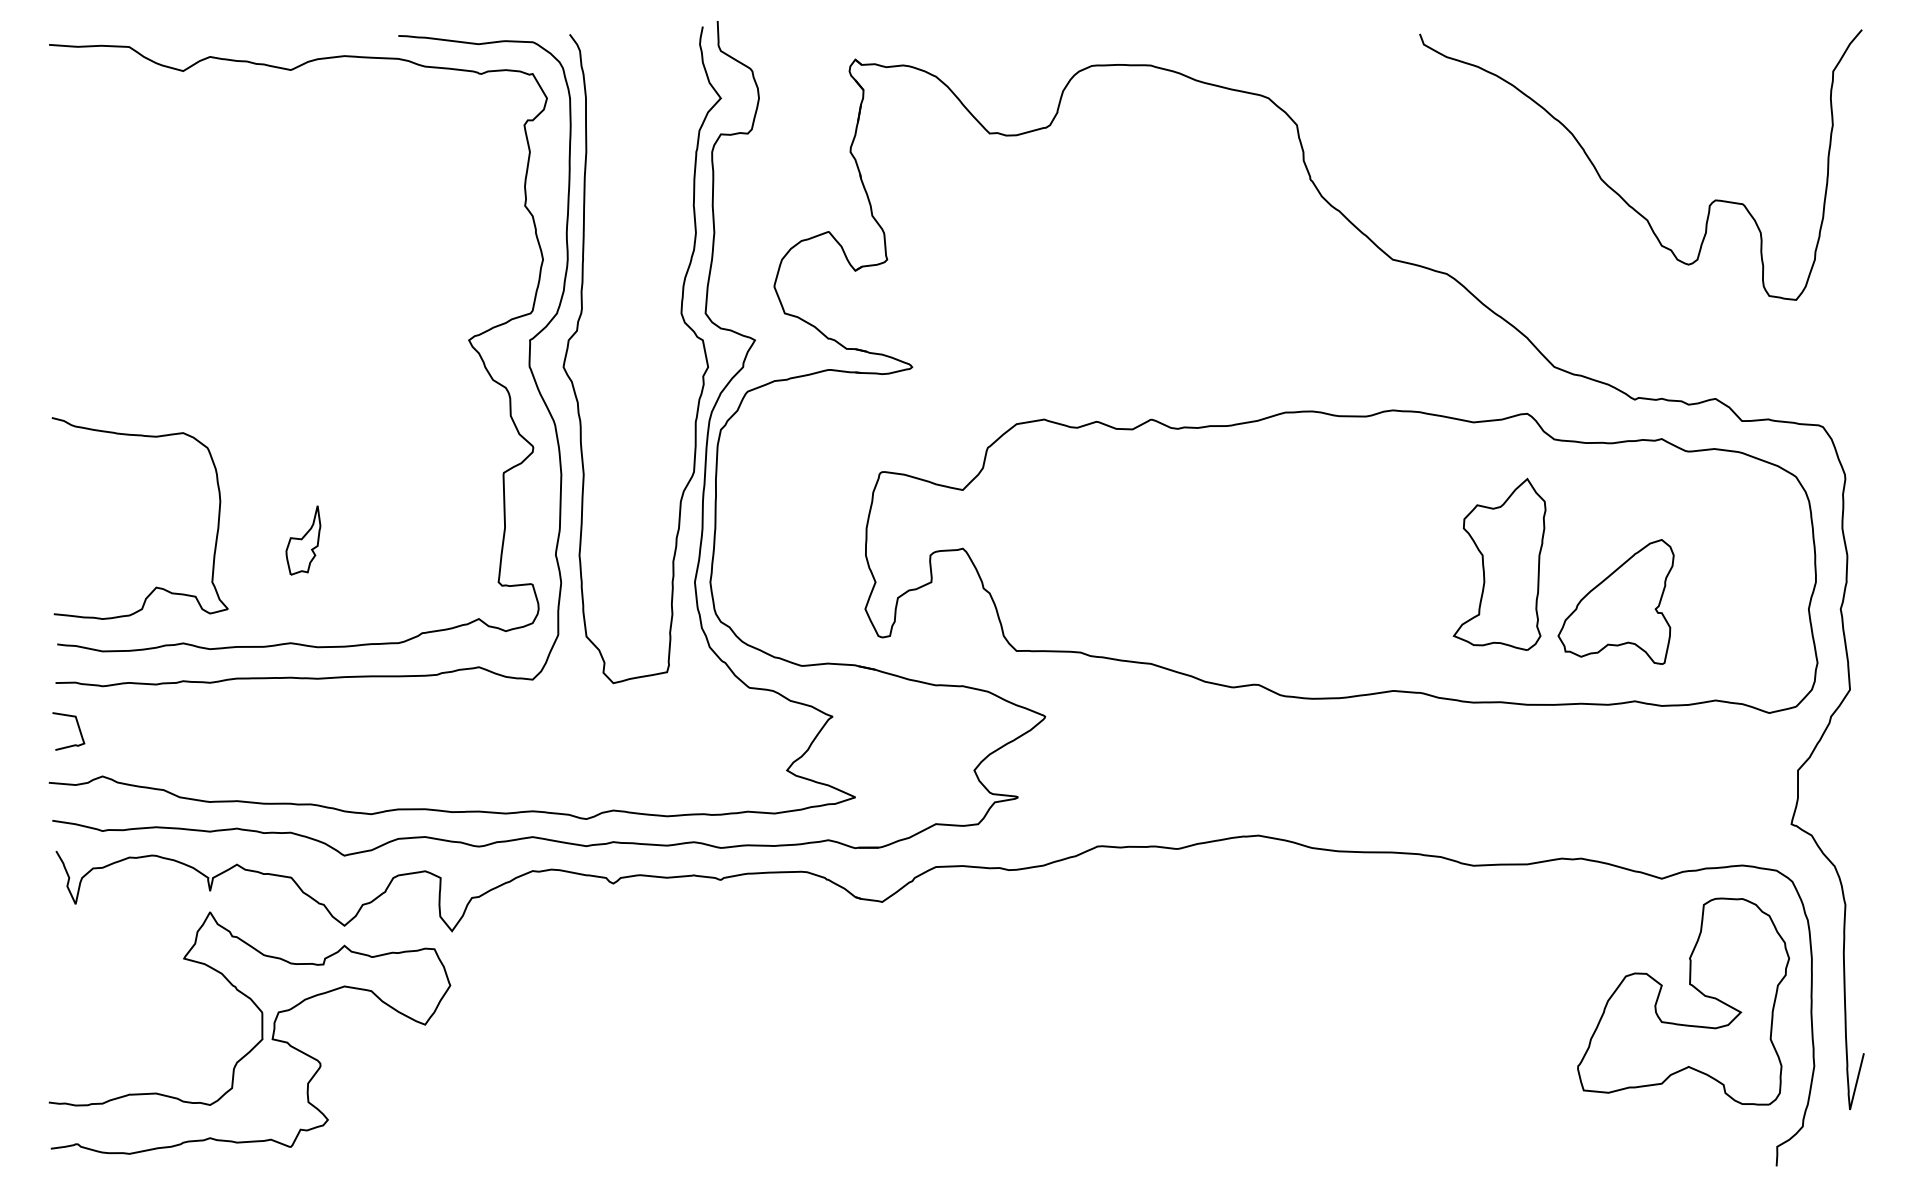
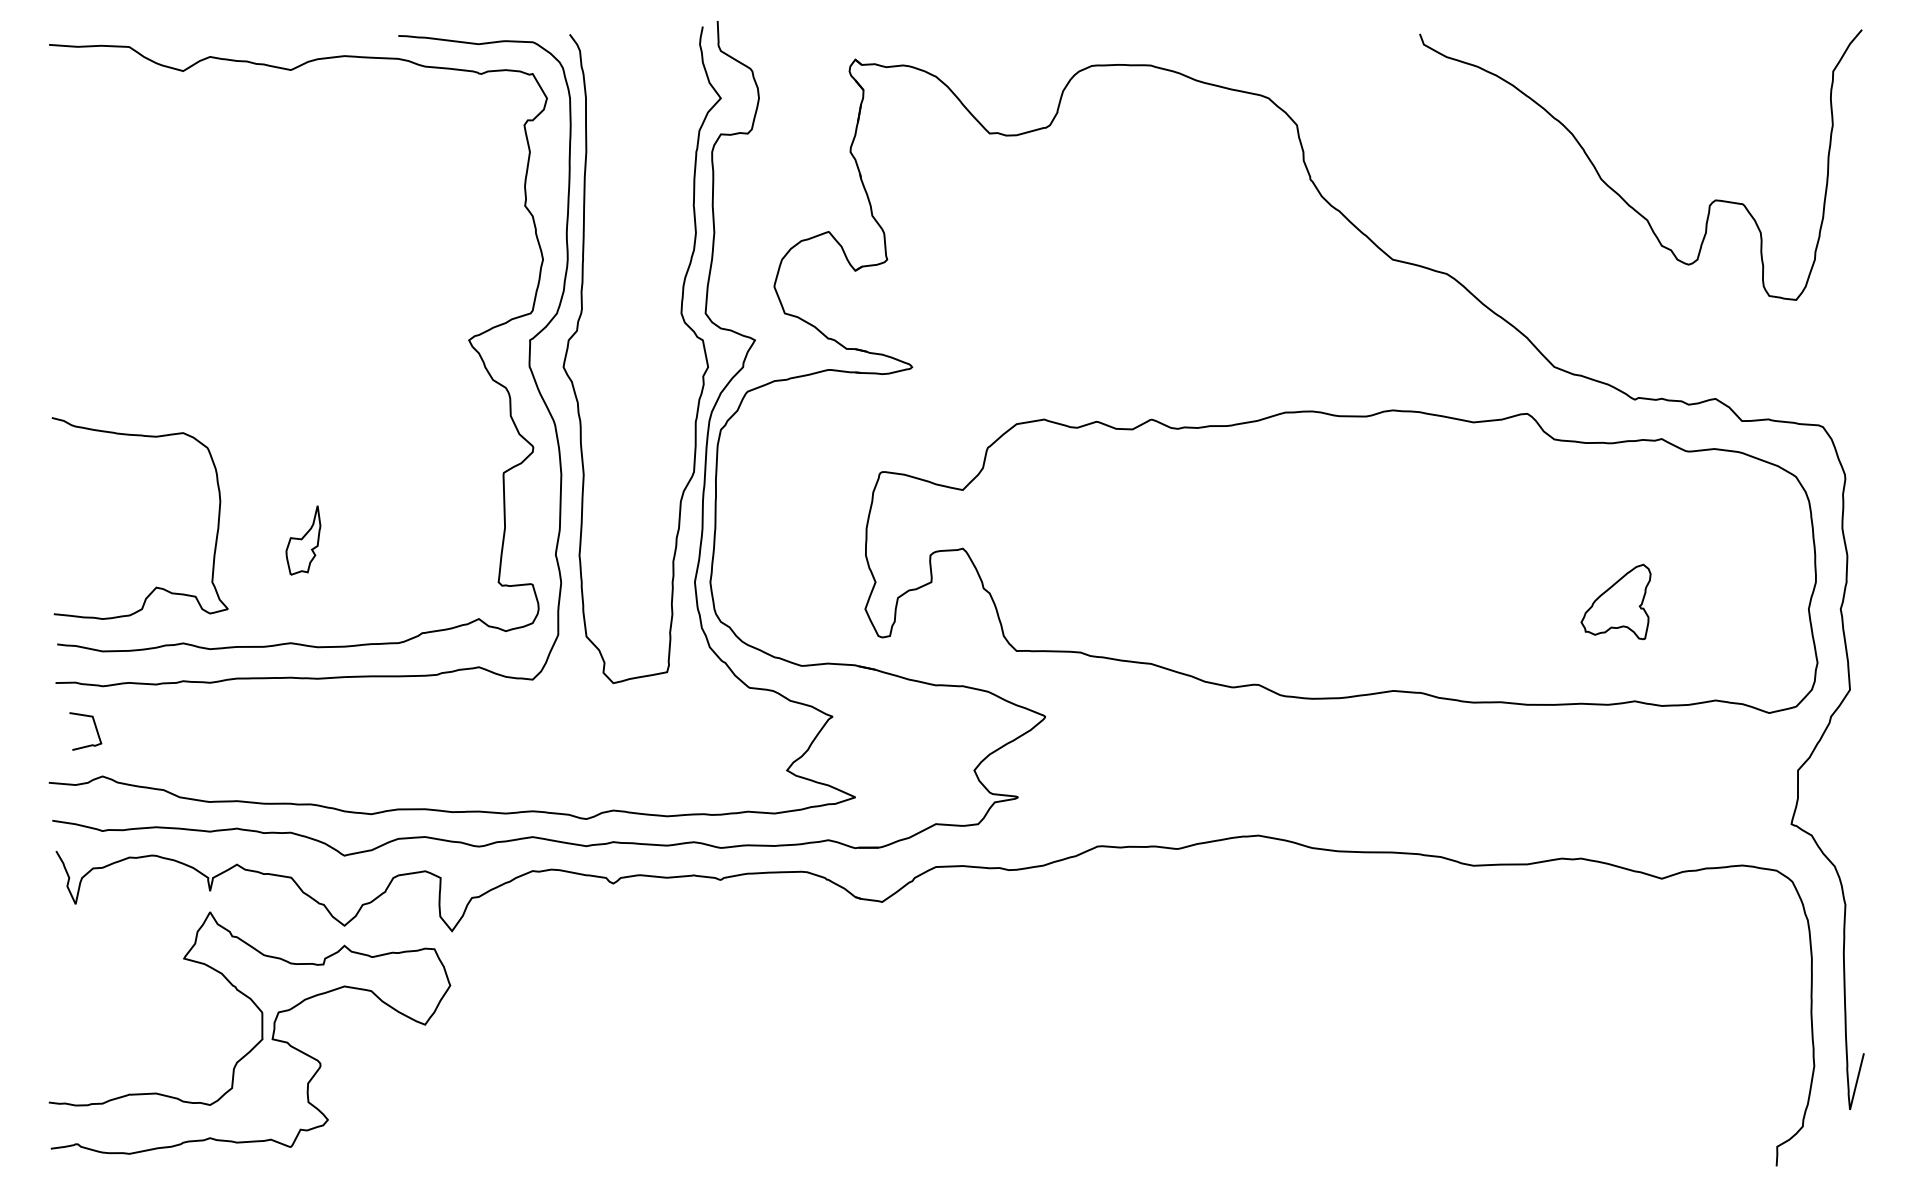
part at (1499, 563): present -> none
part at (1615, 601) size: 118x126 px -> 72x78 px
curve at (78, 729) position: (78, 729) -> (95, 729)
part at (1695, 989): present -> none
